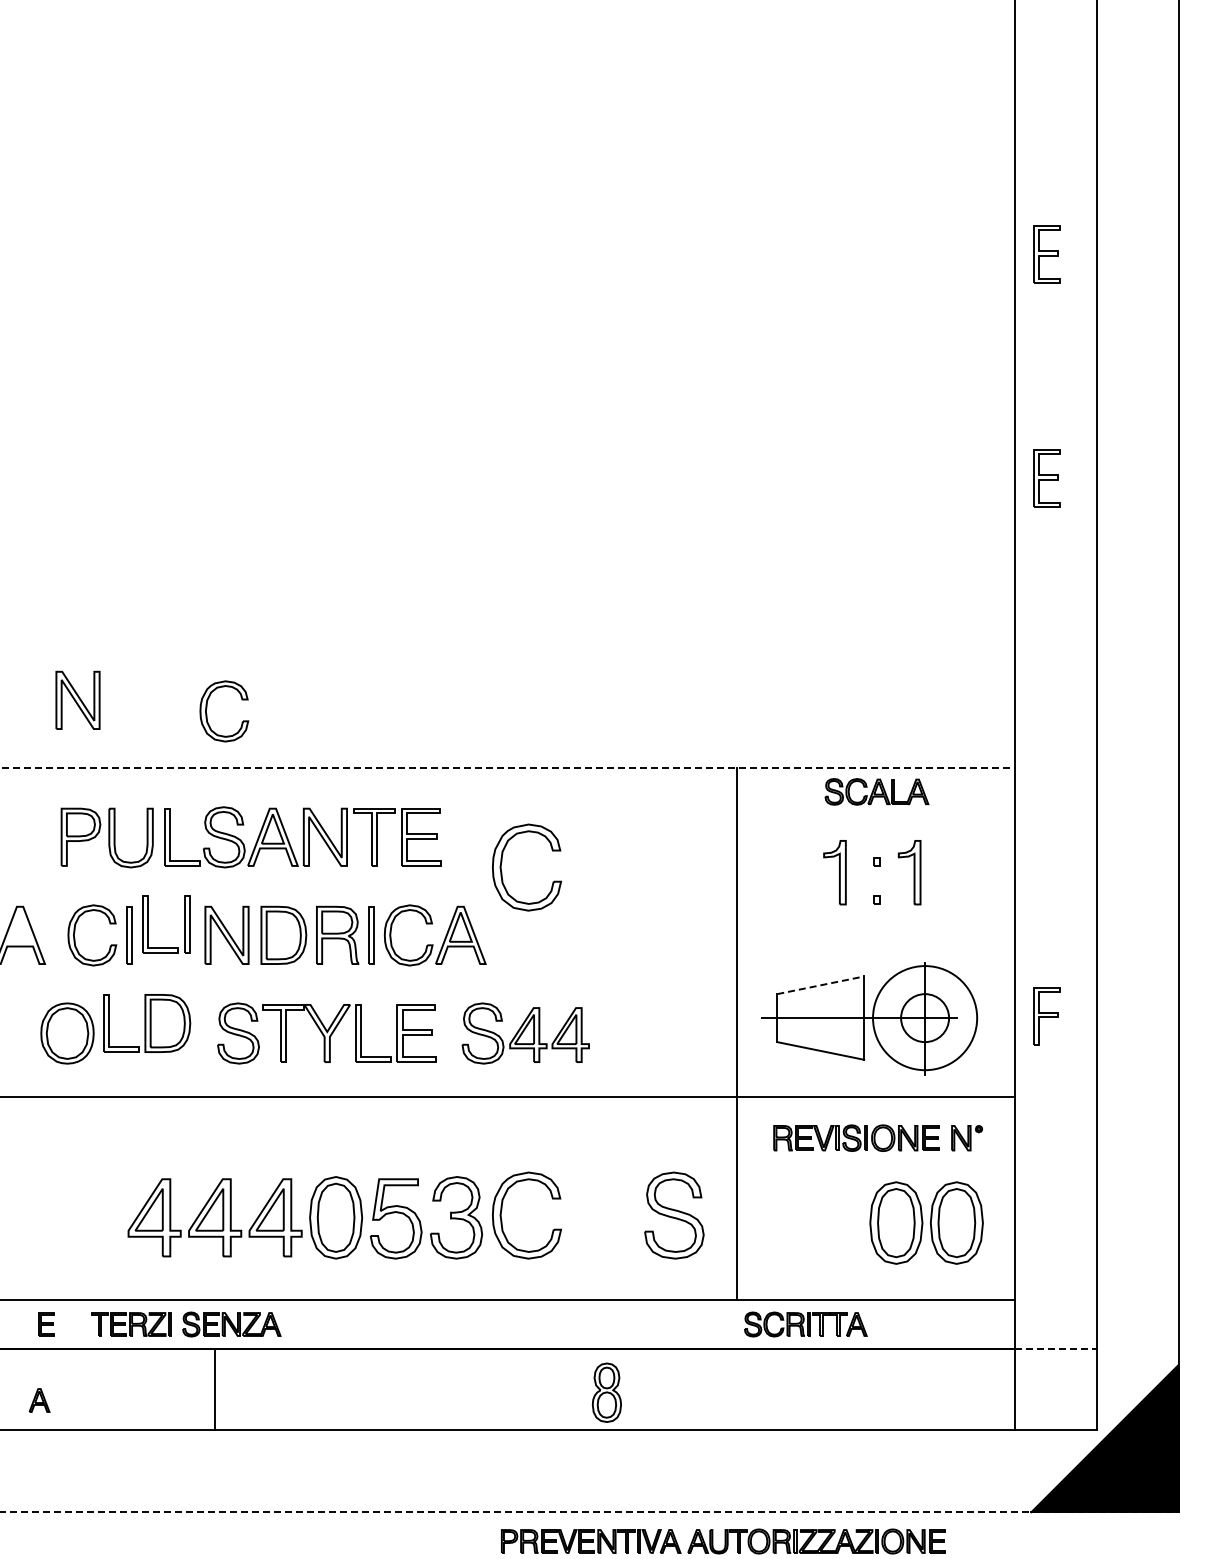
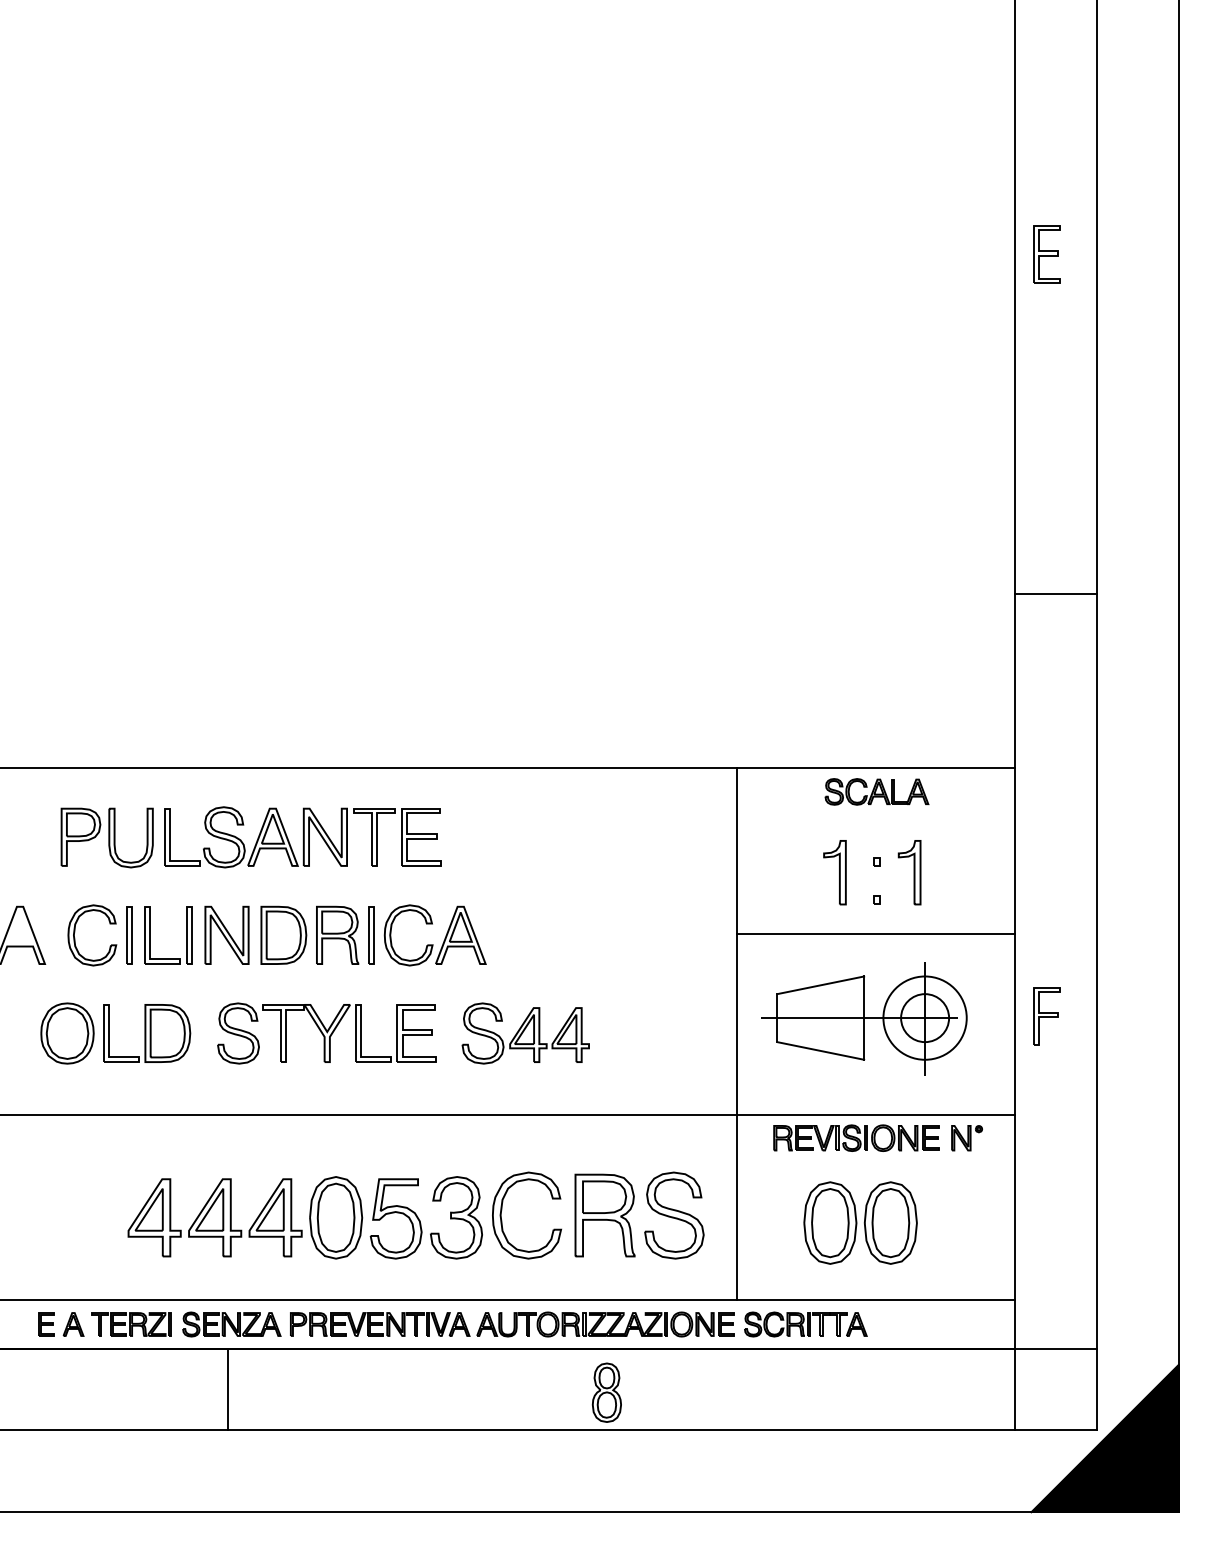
part at (1046, 478): present -> none
line at (1055, 593): none -> present
part at (77, 699): present -> none
part at (207, 708): present -> none
line at (508, 768): dashed -> solid
part at (502, 862): present -> none
part at (148, 924) position: (148, 924) -> (150, 935)
line at (876, 933): none -> present
line at (821, 985): dashed -> solid
circle at (925, 1018) diameter: 104 px -> 83 px
part at (147, 1023) position: (147, 1023) -> (147, 1033)
line at (508, 1096) position: (508, 1096) -> (508, 1114)
part at (604, 1215): none -> present
part at (926, 1222) position: (926, 1222) -> (860, 1222)
line at (1055, 1348): dashed -> solid
line at (215, 1389) position: (215, 1389) -> (228, 1389)
part at (39, 1400) position: (39, 1400) -> (73, 1324)
line at (590, 1512): dashed -> solid
part at (723, 1541) position: (723, 1541) -> (512, 1324)
